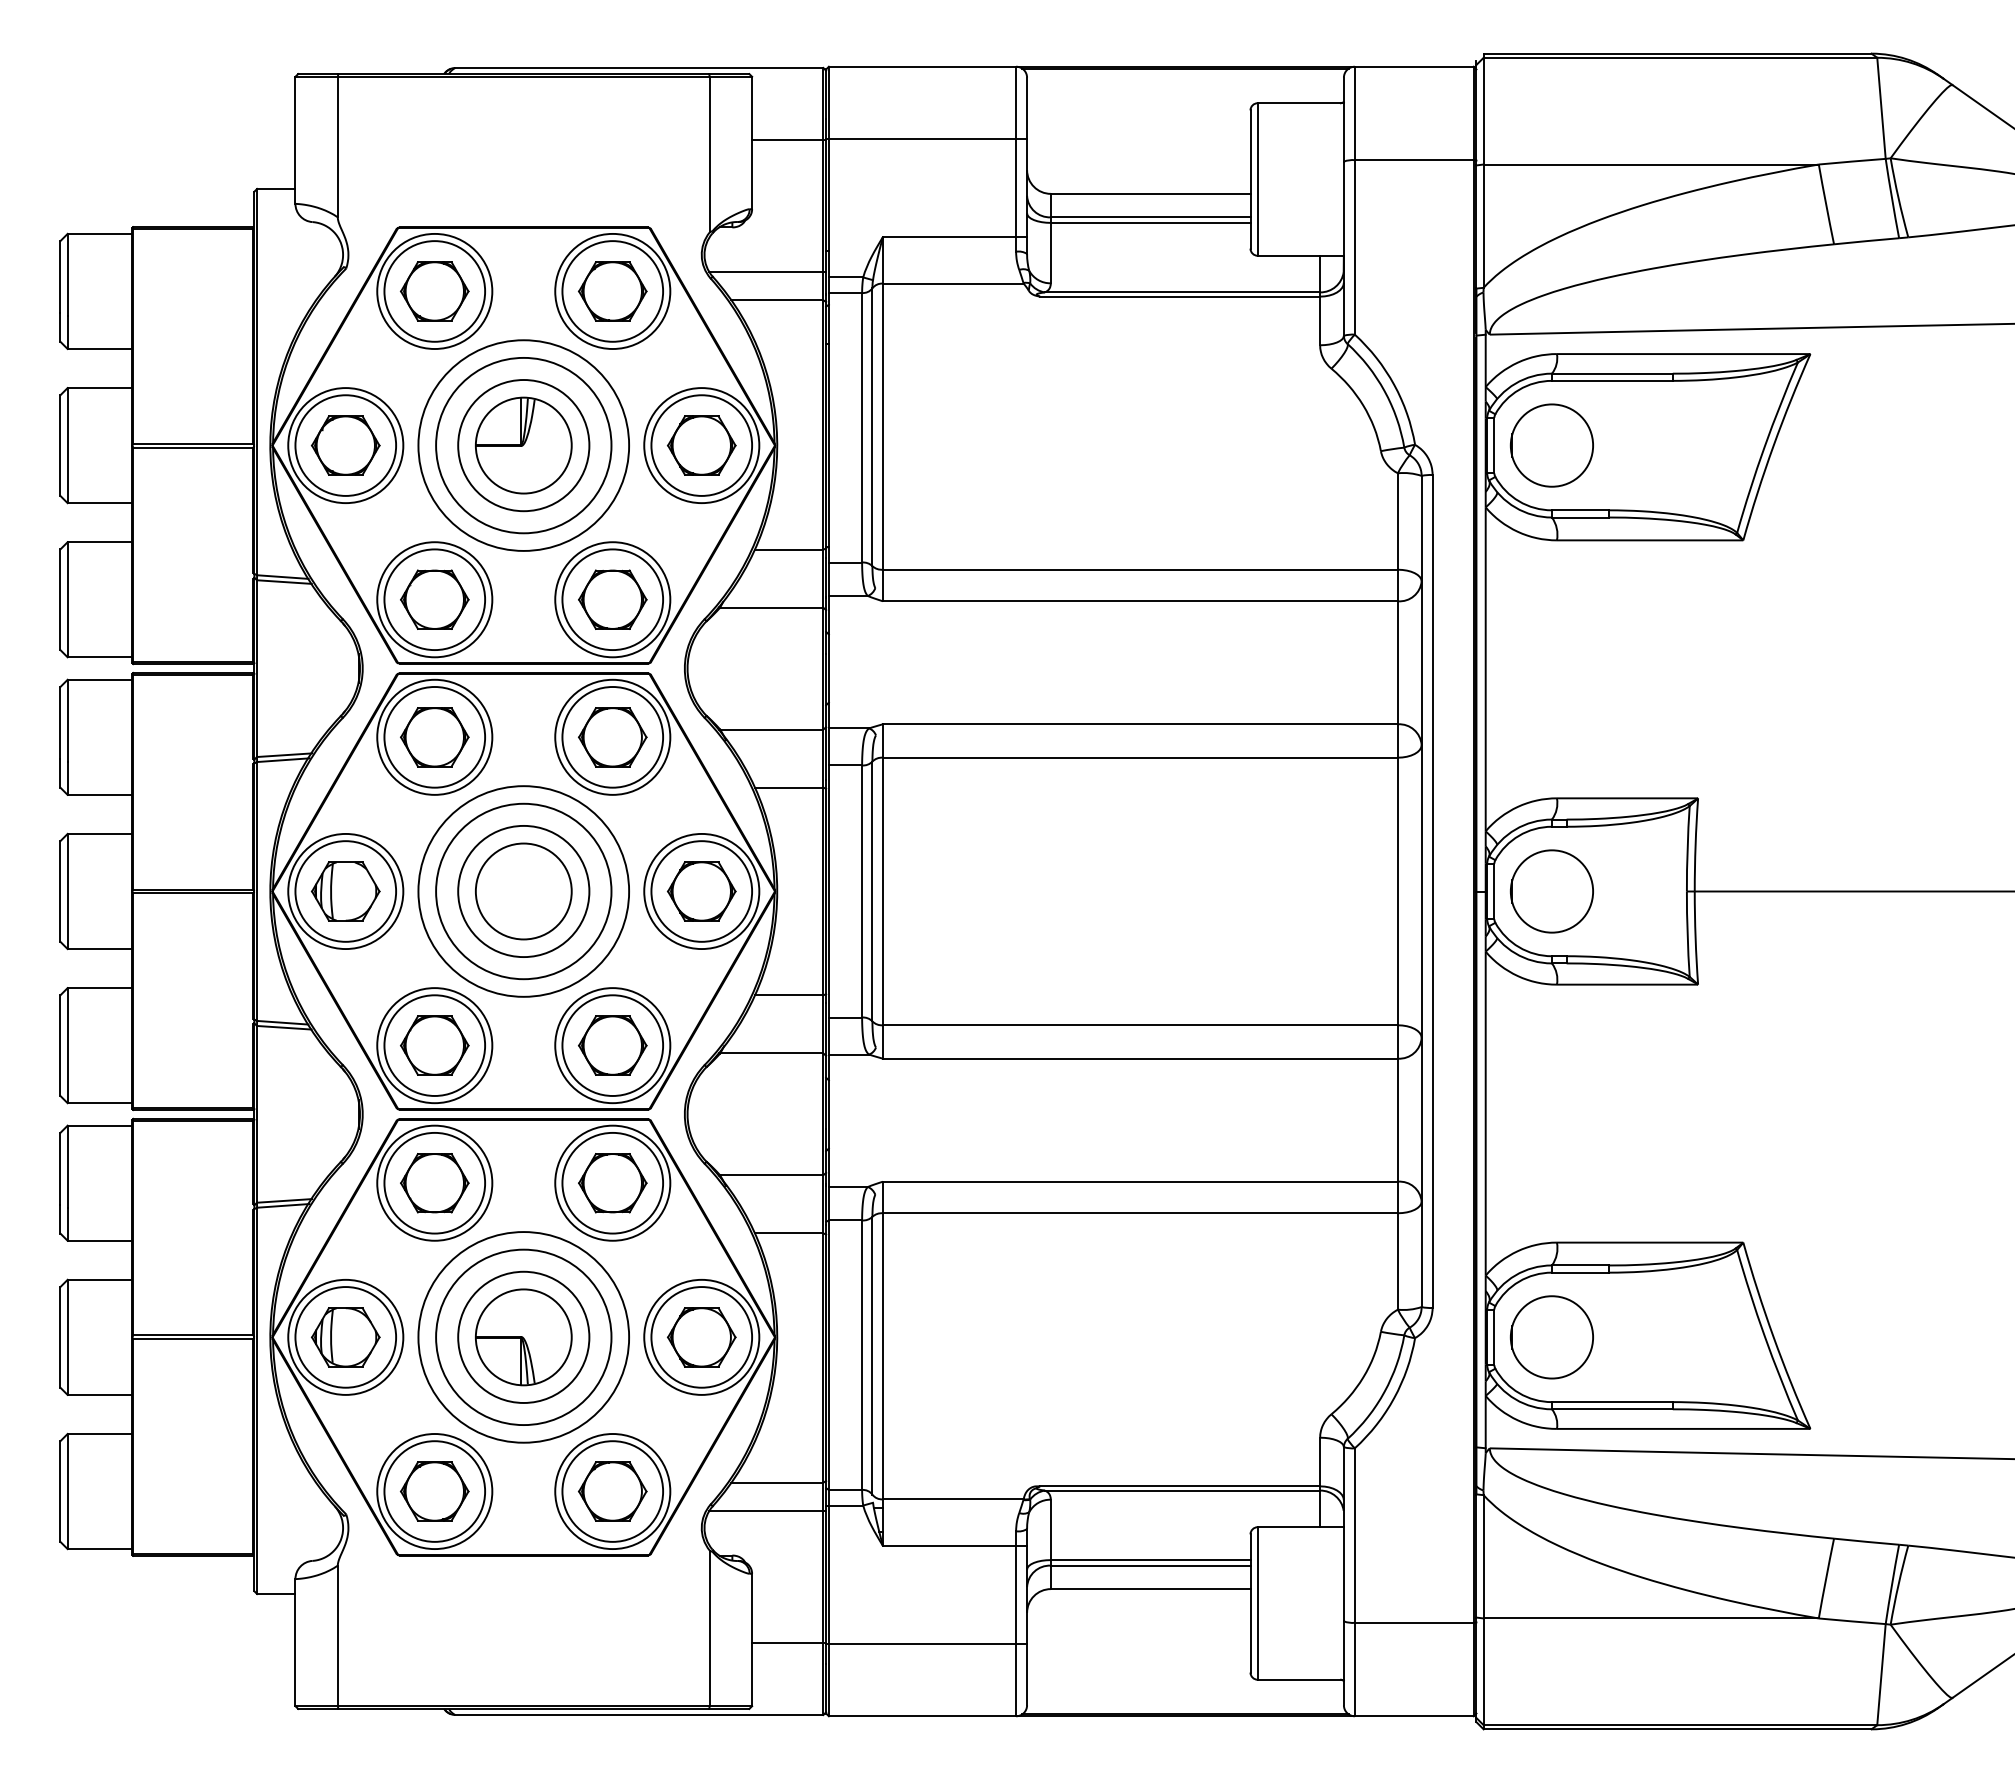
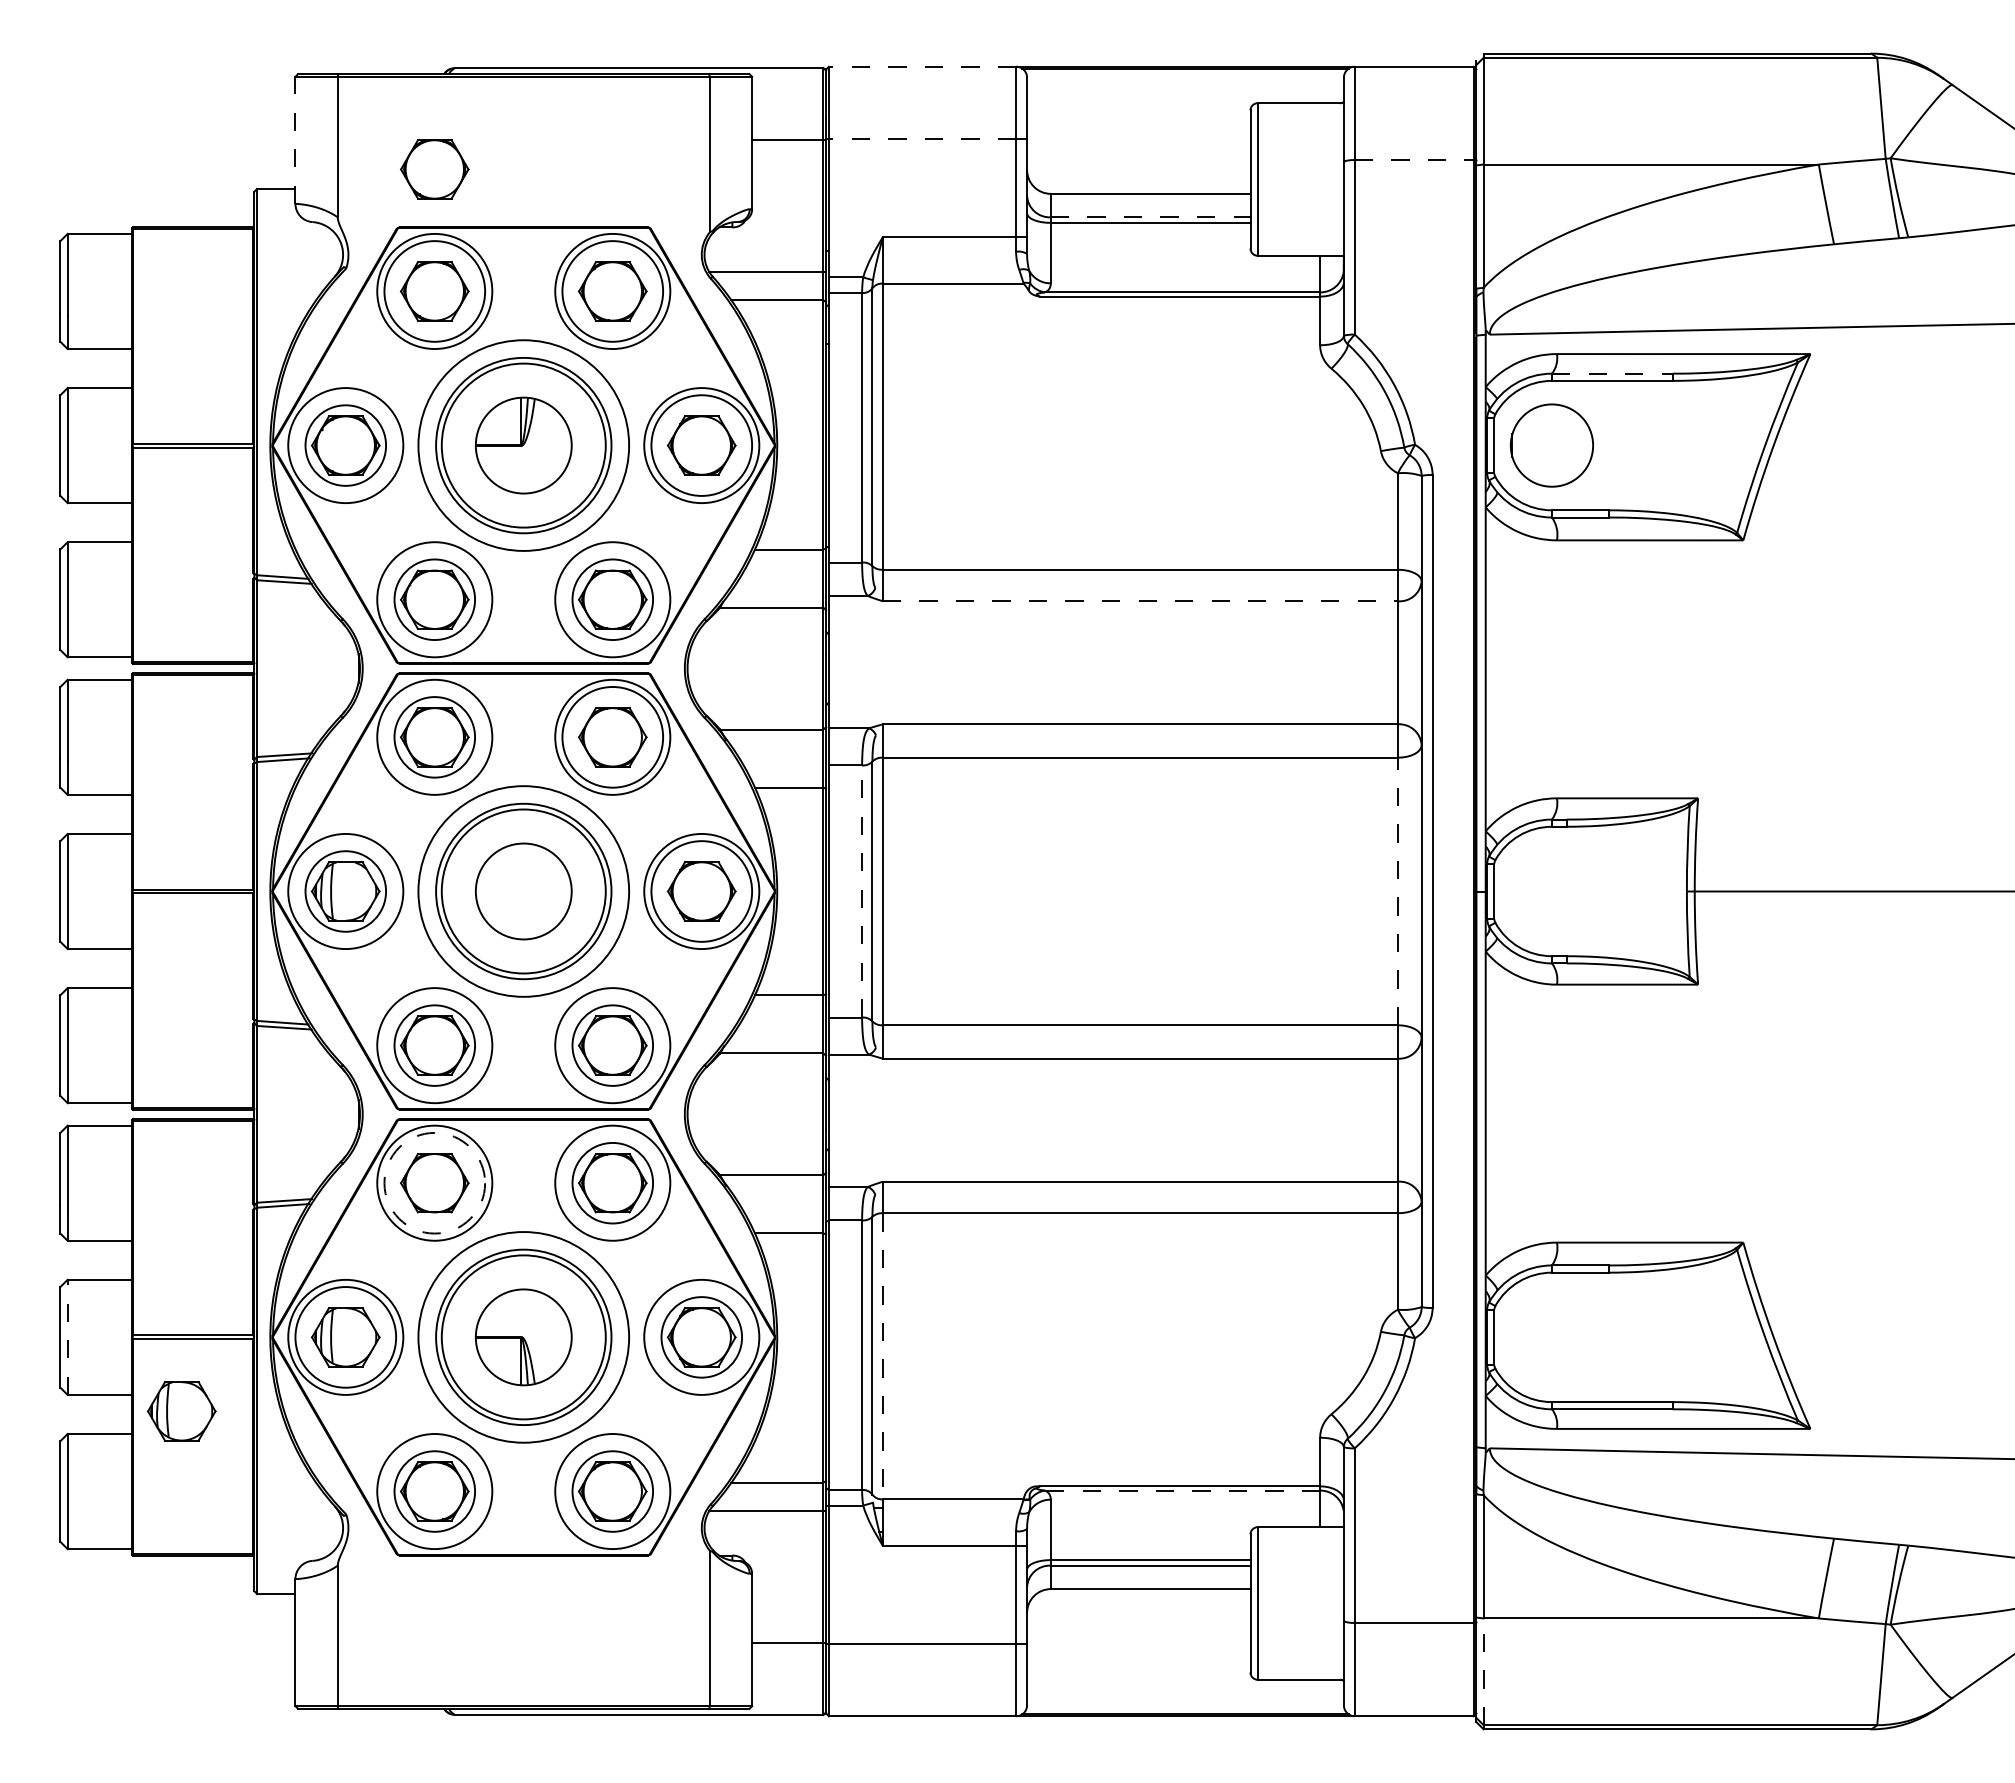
line at (922, 66): solid -> dashed
line at (922, 138): solid -> dashed
line at (295, 140): solid -> dashed
line at (1414, 160): solid -> dashed
part at (434, 169): none -> present
line at (1150, 217): solid -> dashed
line at (1612, 373): solid -> dashed
circle at (345, 445) diameter: 101 px -> 81 px
circle at (523, 445) diameter: 131 px -> 164 px
circle at (434, 599) diameter: 101 px -> 81 px
circle at (612, 599) diameter: 101 px -> 81 px
line at (1140, 601): solid -> dashed
circle at (434, 737) diameter: 101 px -> 81 px
circle at (345, 891) diameter: 101 px -> 81 px
circle at (523, 891) diameter: 131 px -> 164 px
line at (862, 891): solid -> dashed
line at (1397, 891): solid -> dashed
circle at (1551, 891): present -> none
circle at (434, 1045) diameter: 101 px -> 81 px
circle at (612, 1045) diameter: 101 px -> 81 px
circle at (434, 1182): solid -> dashed
circle at (612, 1182) diameter: 101 px -> 81 px
circle at (523, 1336) diameter: 131 px -> 164 px
line at (67, 1337): solid -> dashed
circle at (701, 1337) diameter: 101 px -> 81 px
circle at (1551, 1337): present -> none
line at (882, 1356): solid -> dashed
part at (181, 1411): none -> present
line at (1182, 1490): solid -> dashed
circle at (434, 1491) diameter: 101 px -> 81 px
circle at (612, 1491) diameter: 101 px -> 81 px
line at (1483, 1671): solid -> dashed
